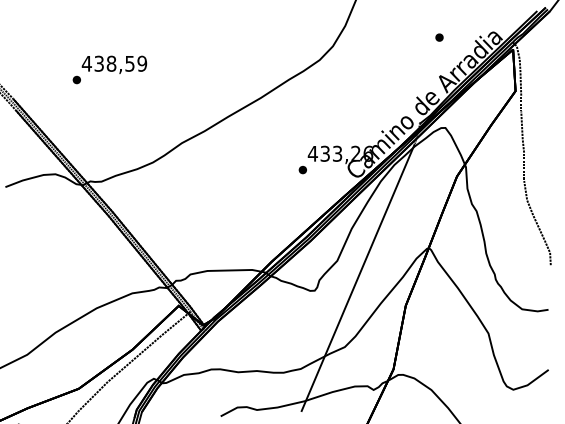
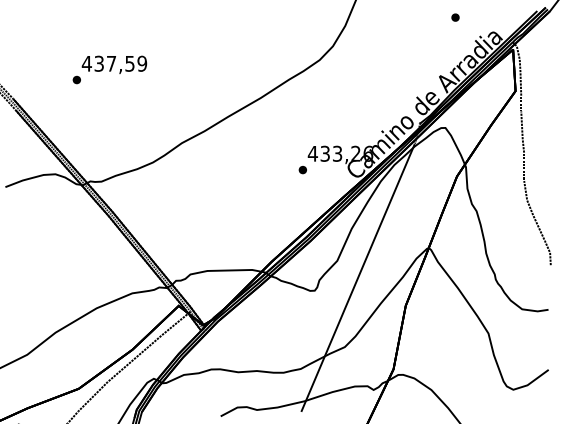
part at (439, 37) position: (439, 37) -> (455, 17)
text at (111, 63): 438,59 -> 437,59
